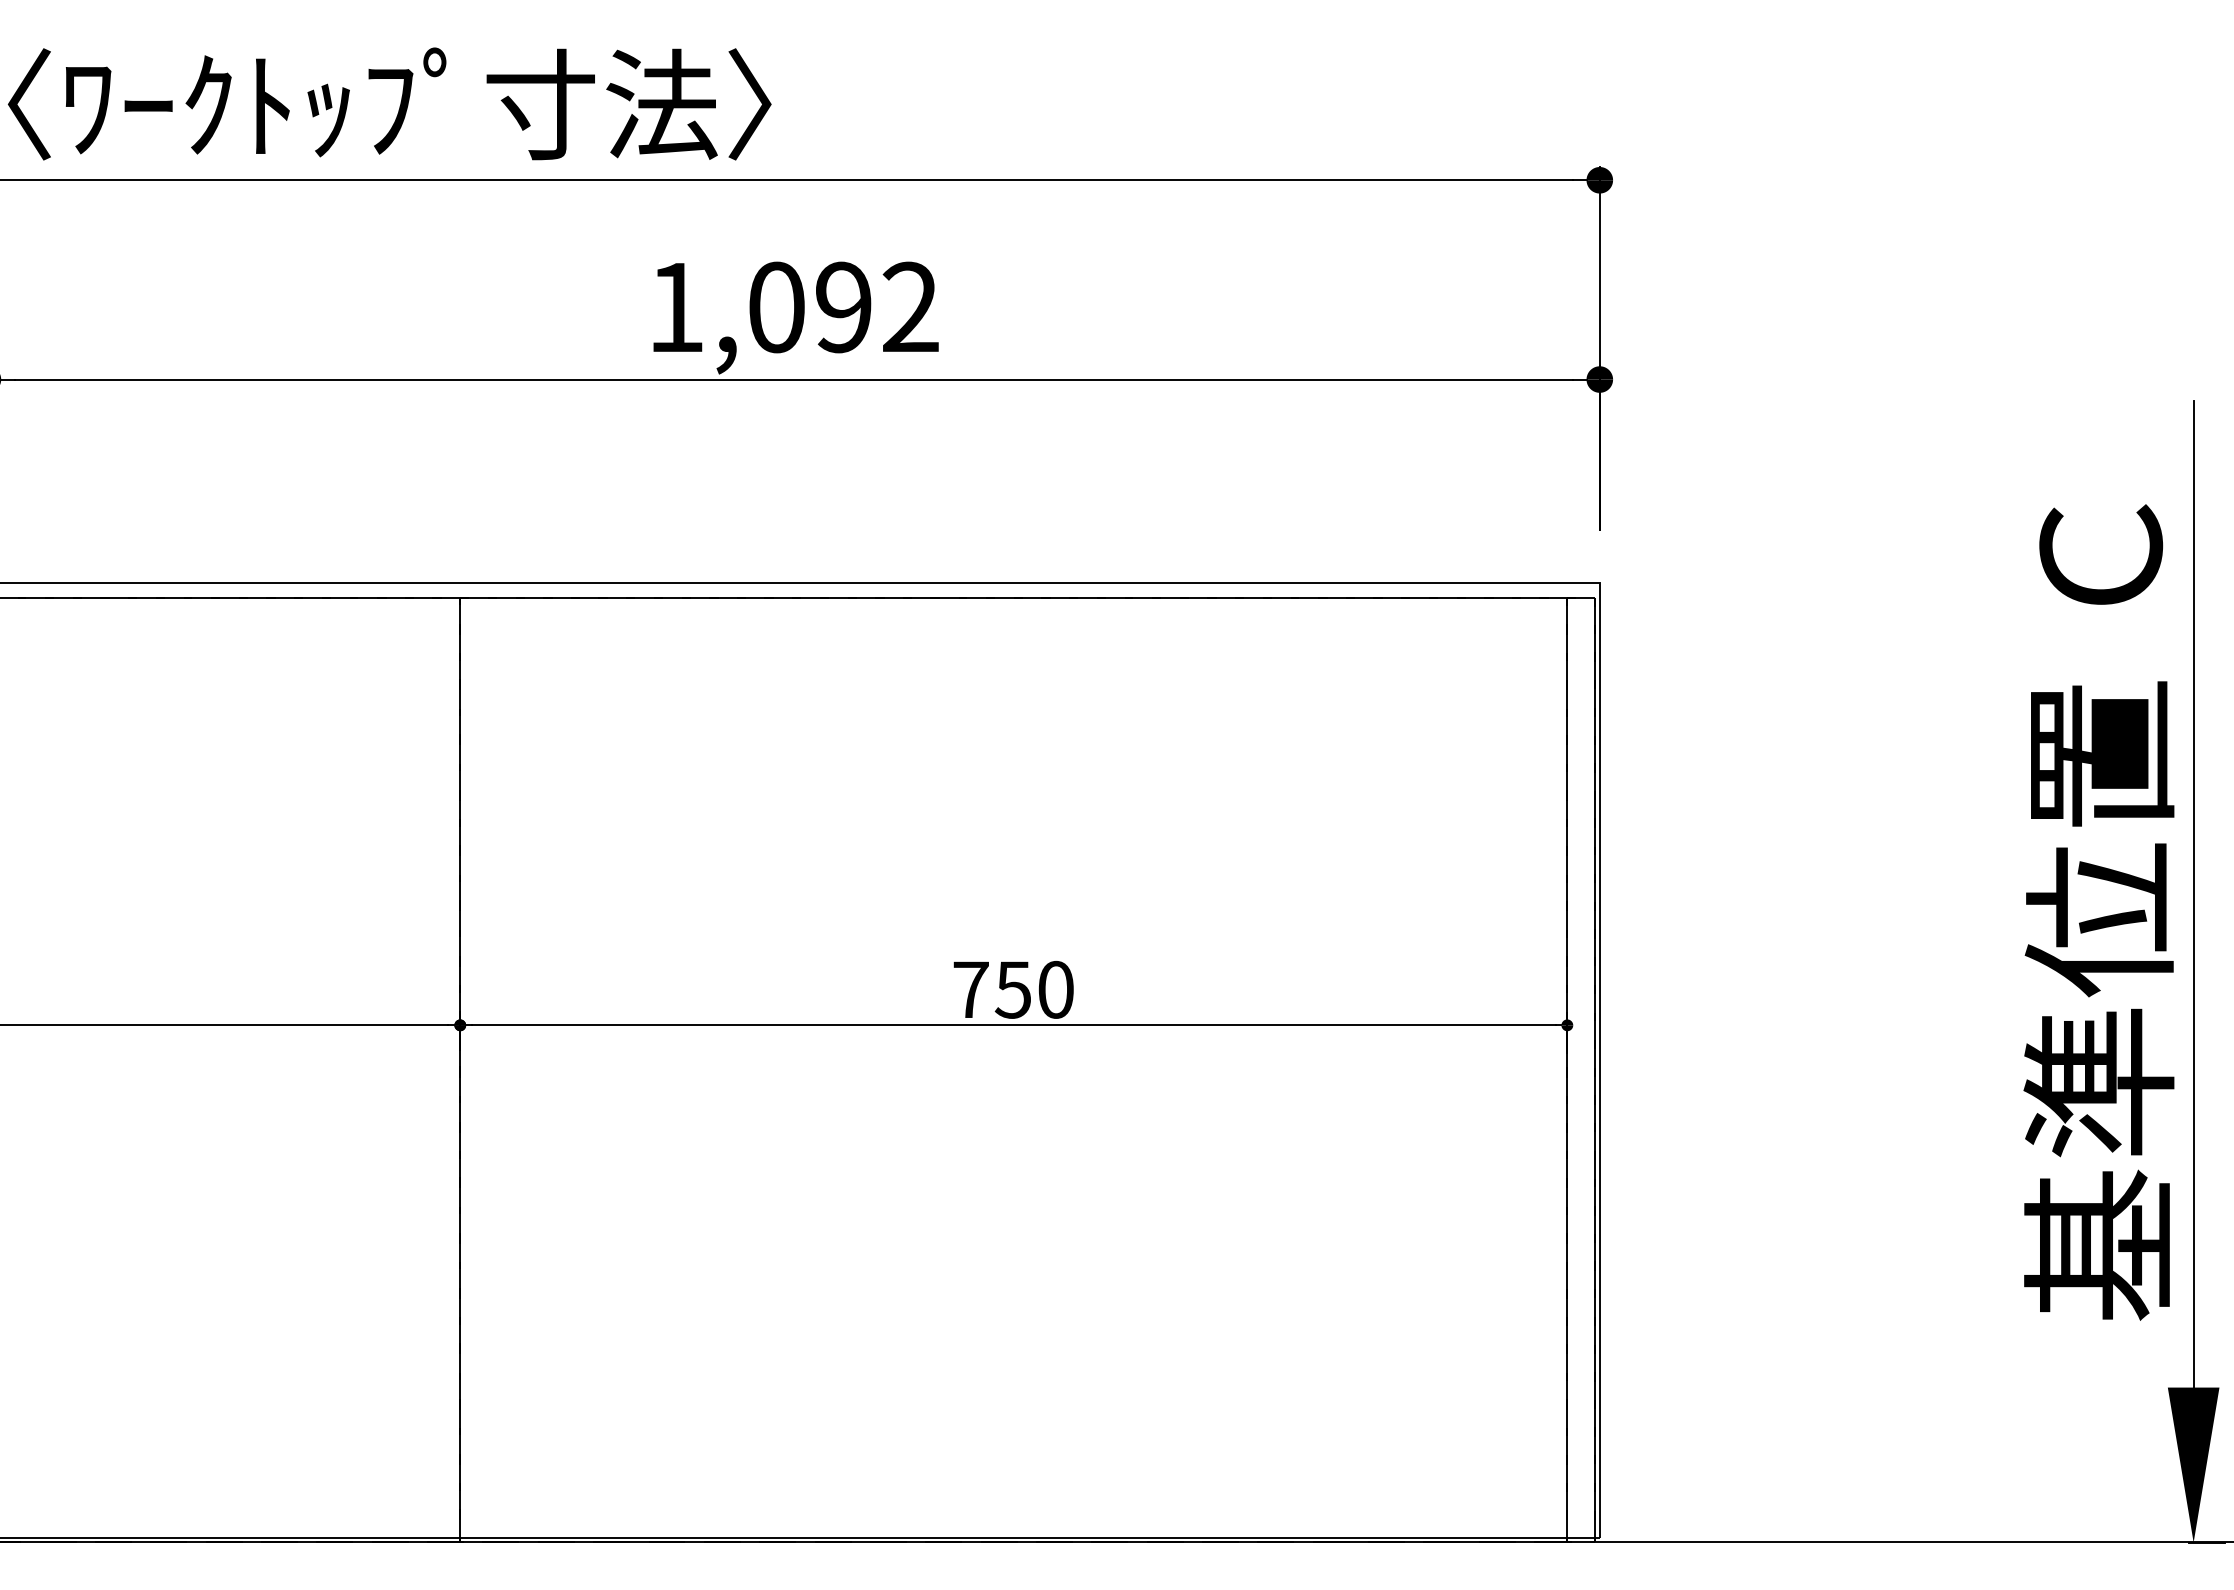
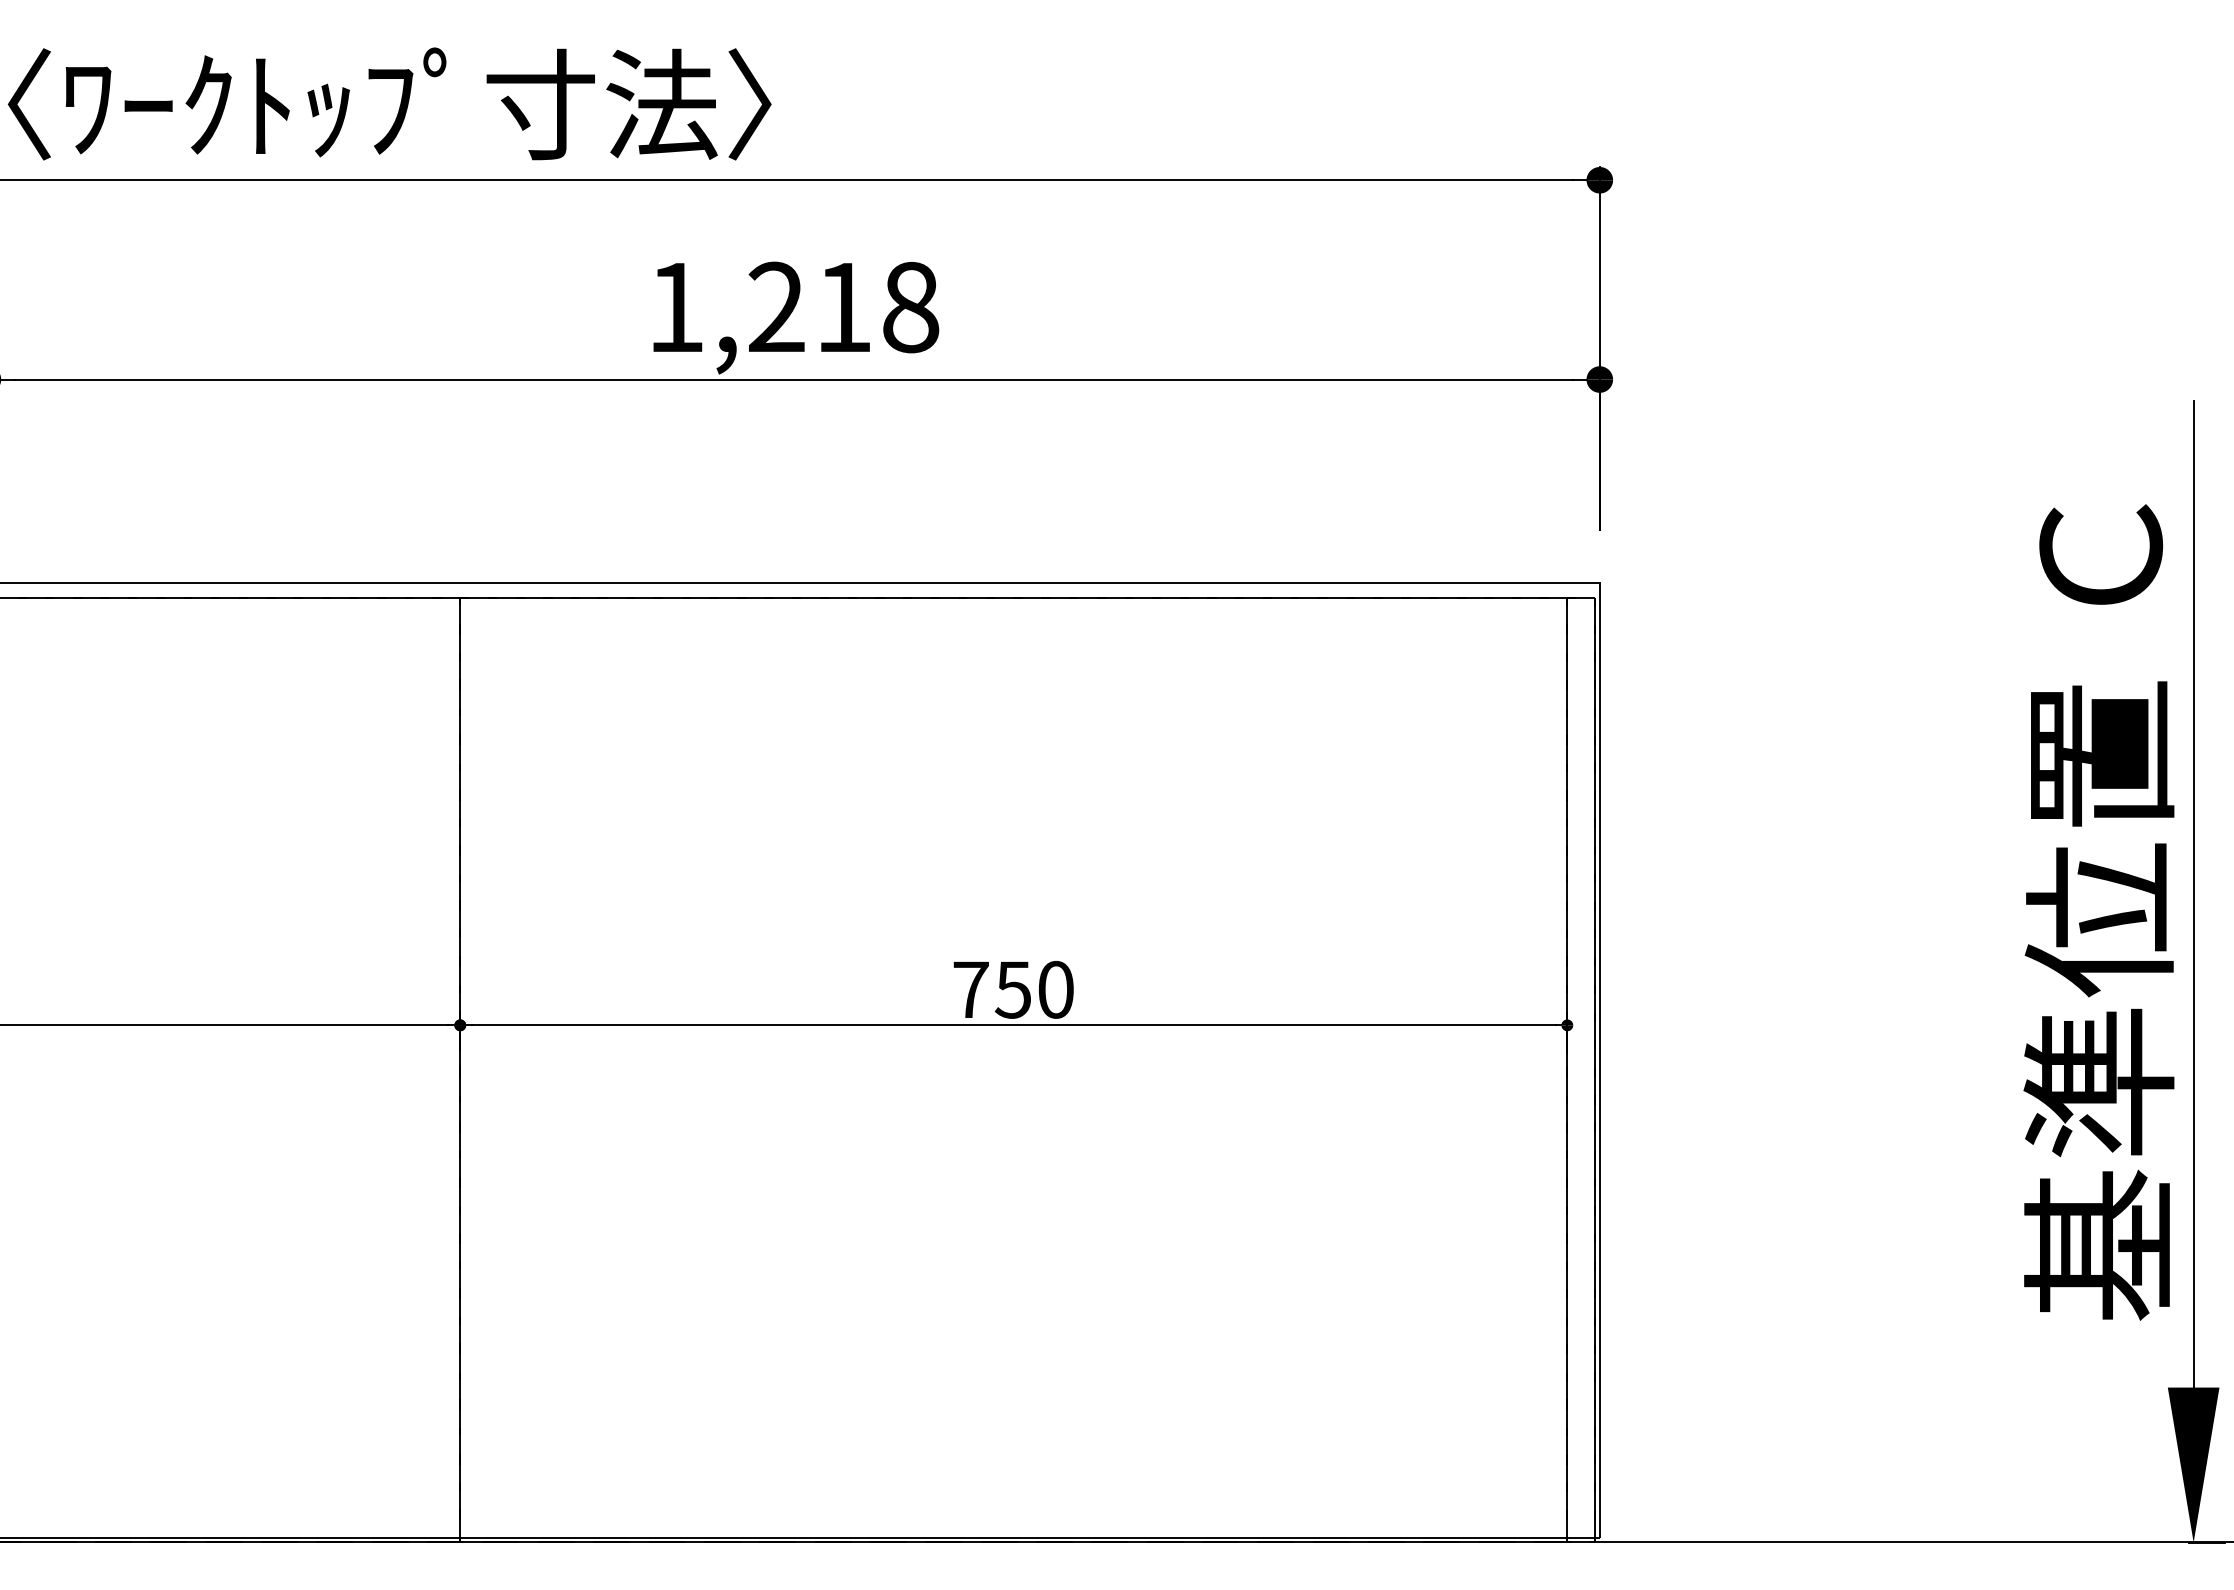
text at (843, 307): 1,092 -> 1,218
